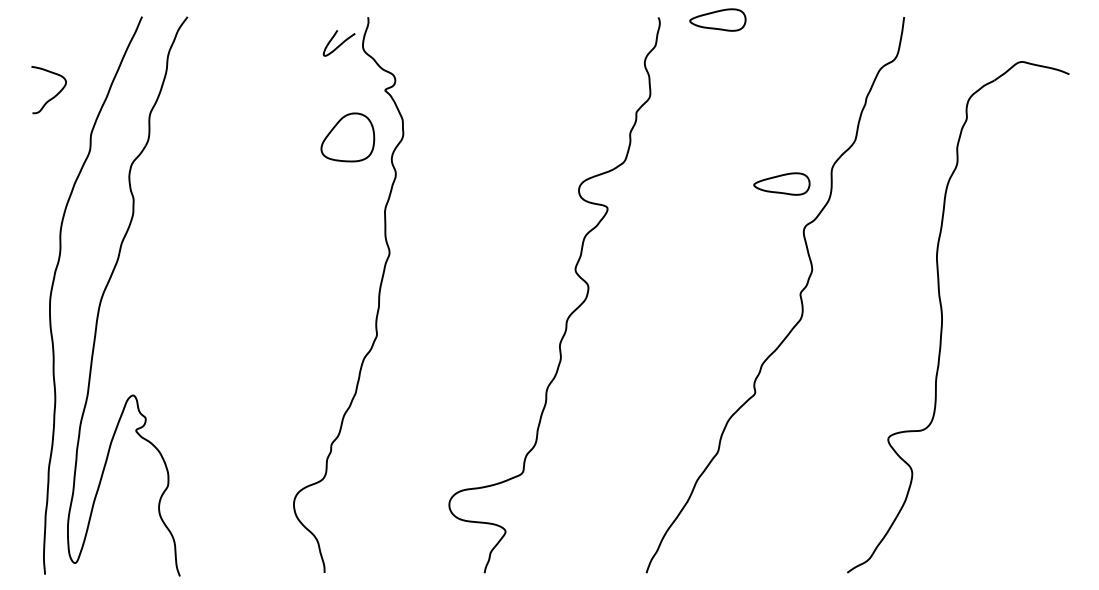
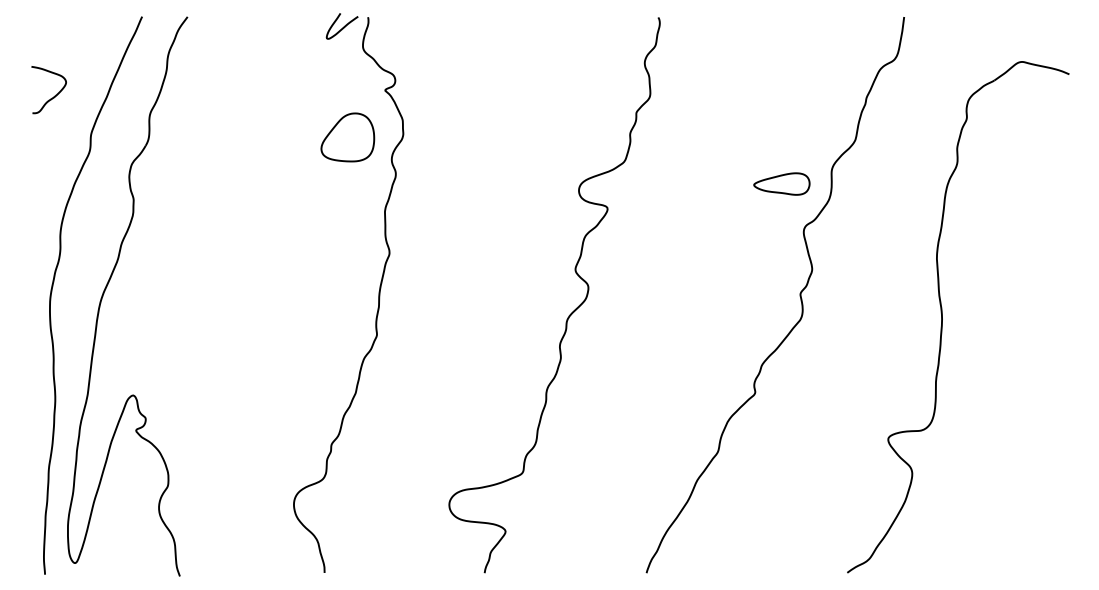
part at (717, 19): present -> none
curve at (339, 44) position: (339, 44) -> (342, 27)
